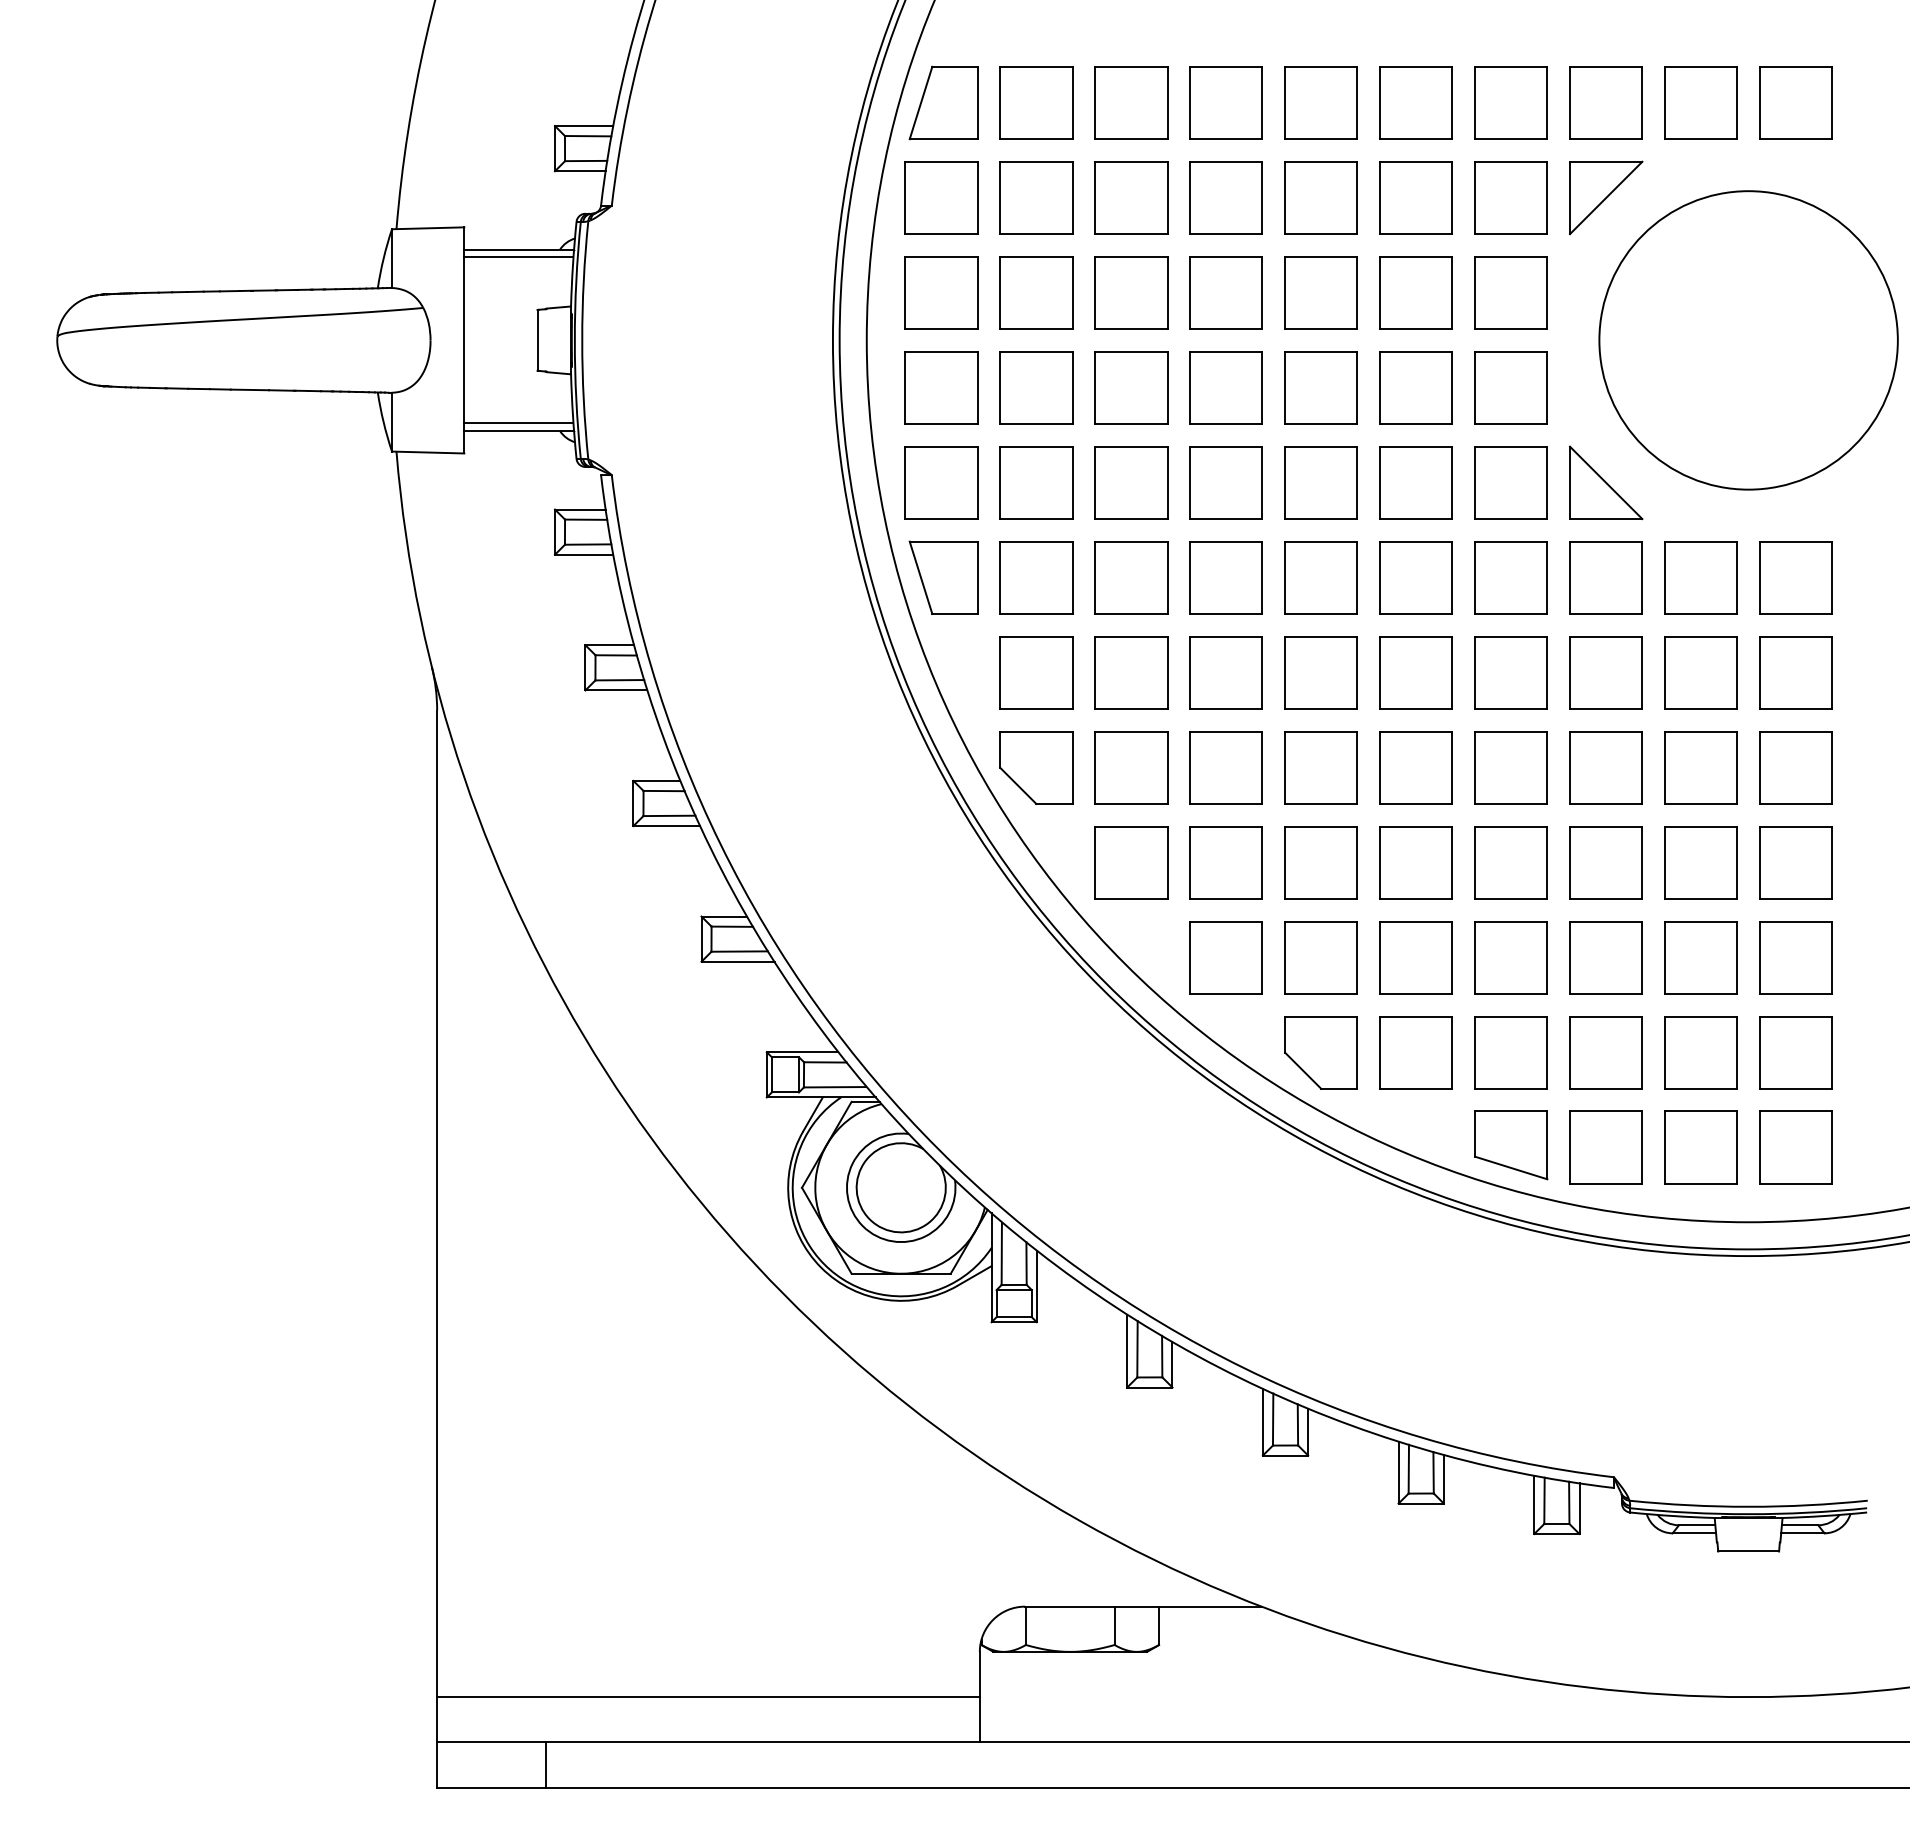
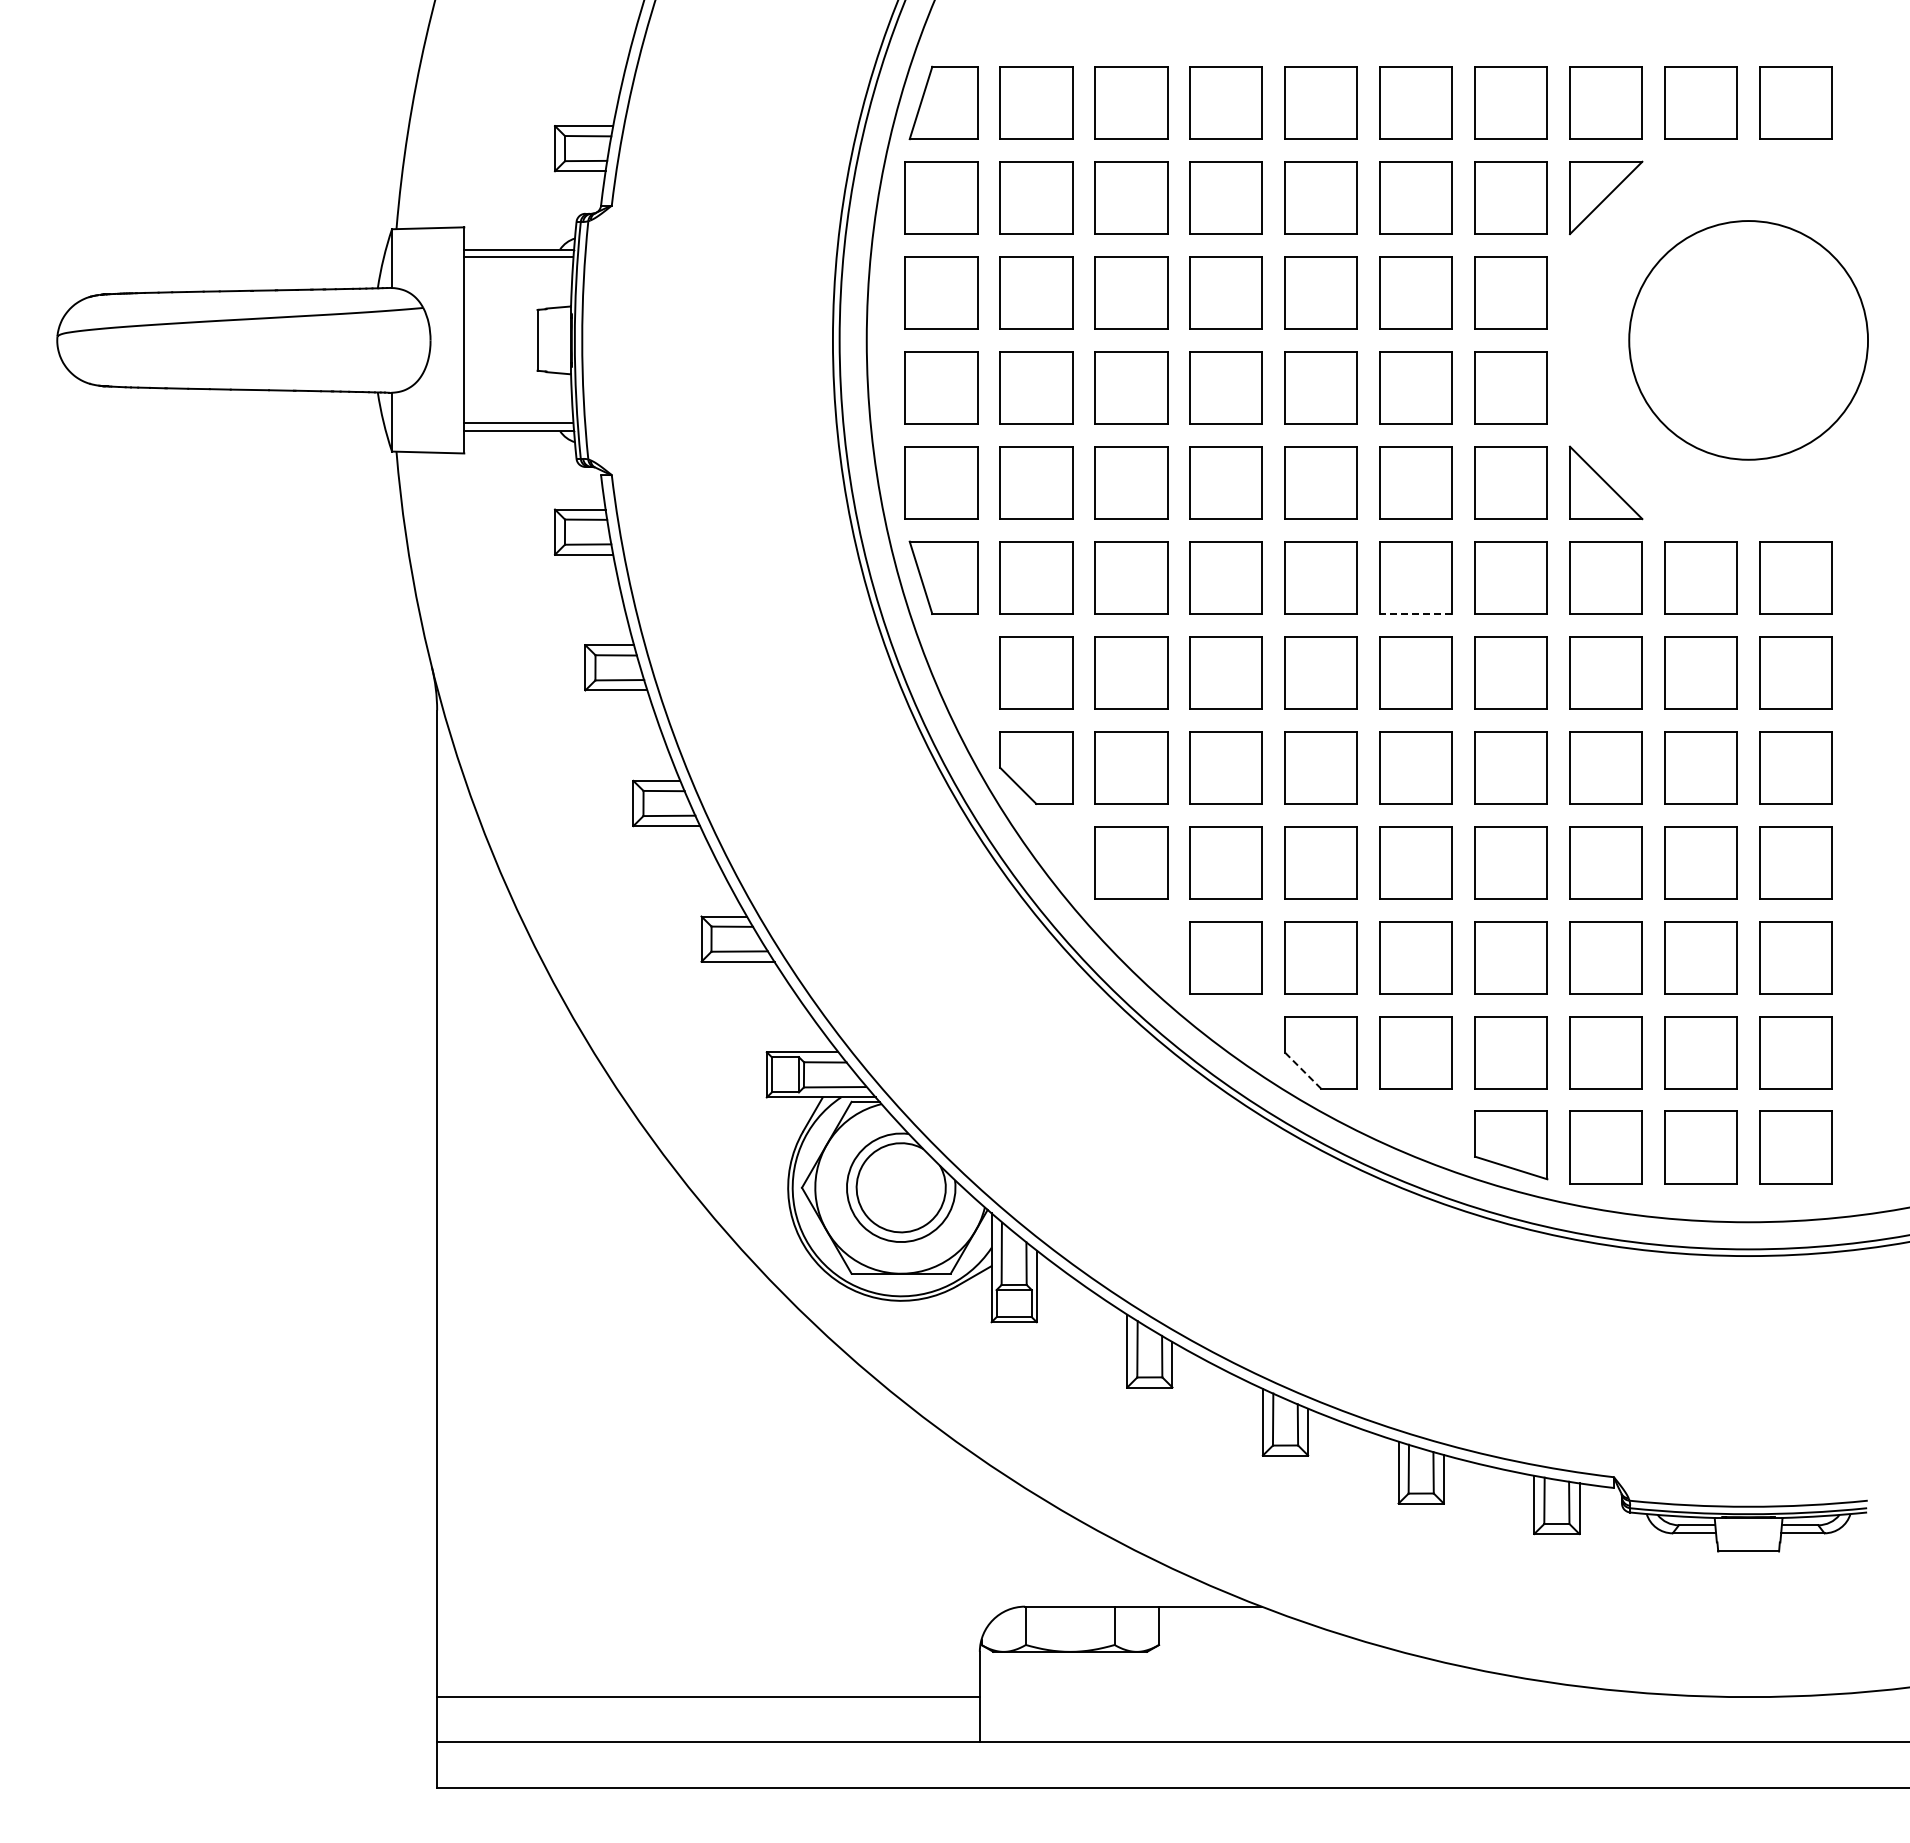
circle at (1748, 340) diameter: 298 px -> 239 px
line at (1415, 614): solid -> dashed
line at (1303, 1070): solid -> dashed
line at (545, 1764): present -> none
